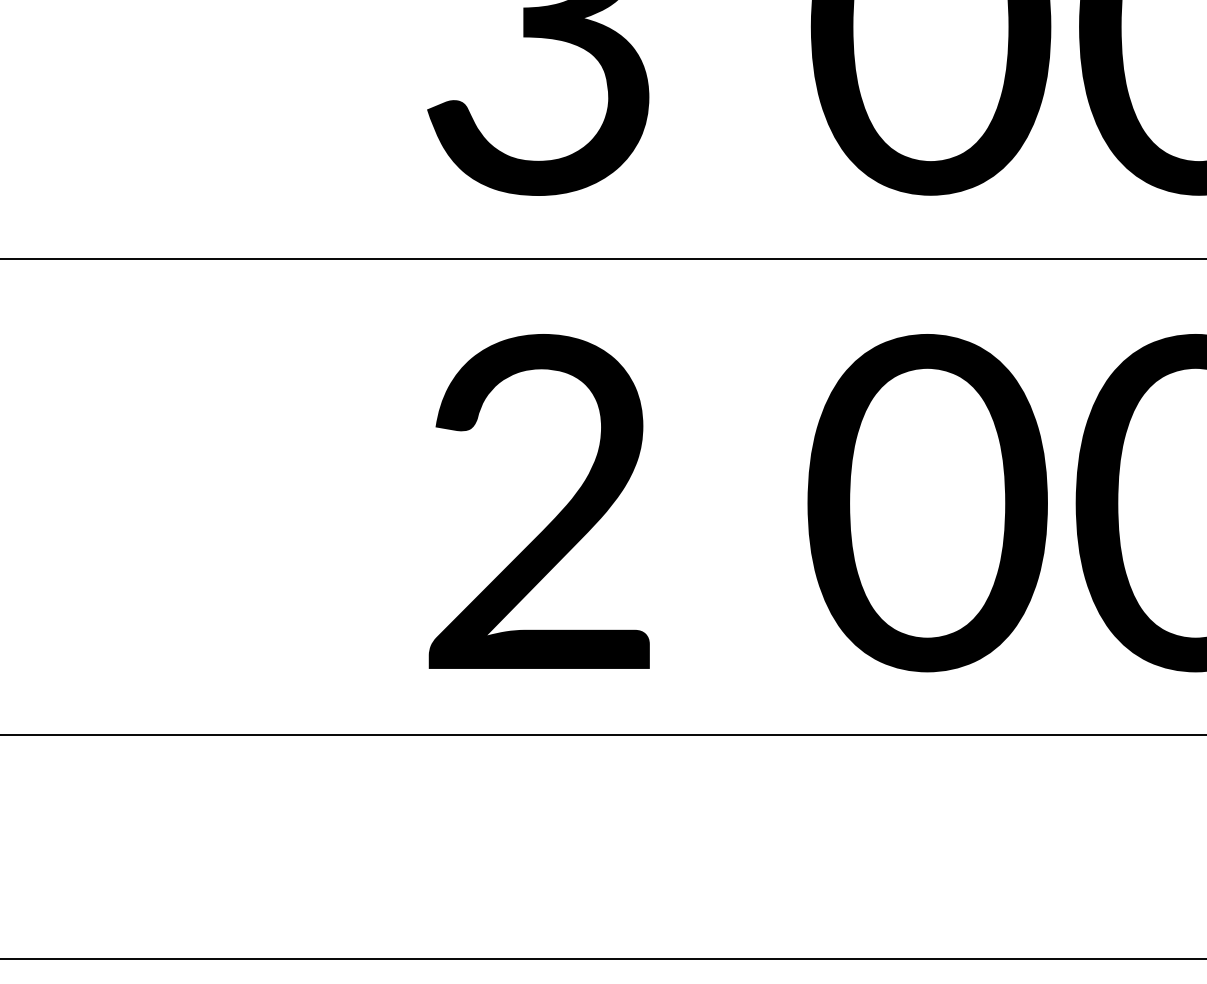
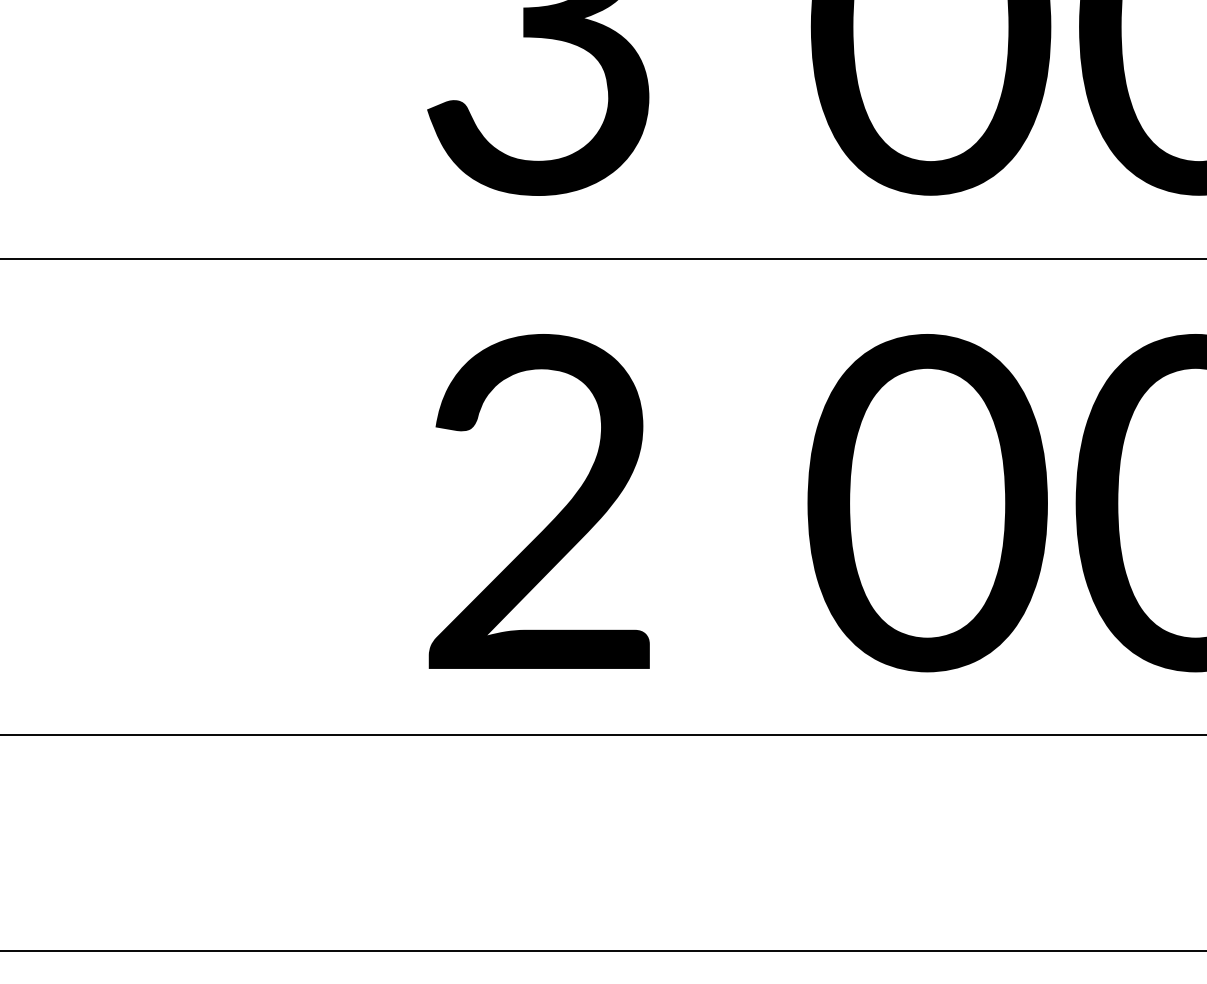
line at (602, 958) position: (602, 958) -> (602, 950)
